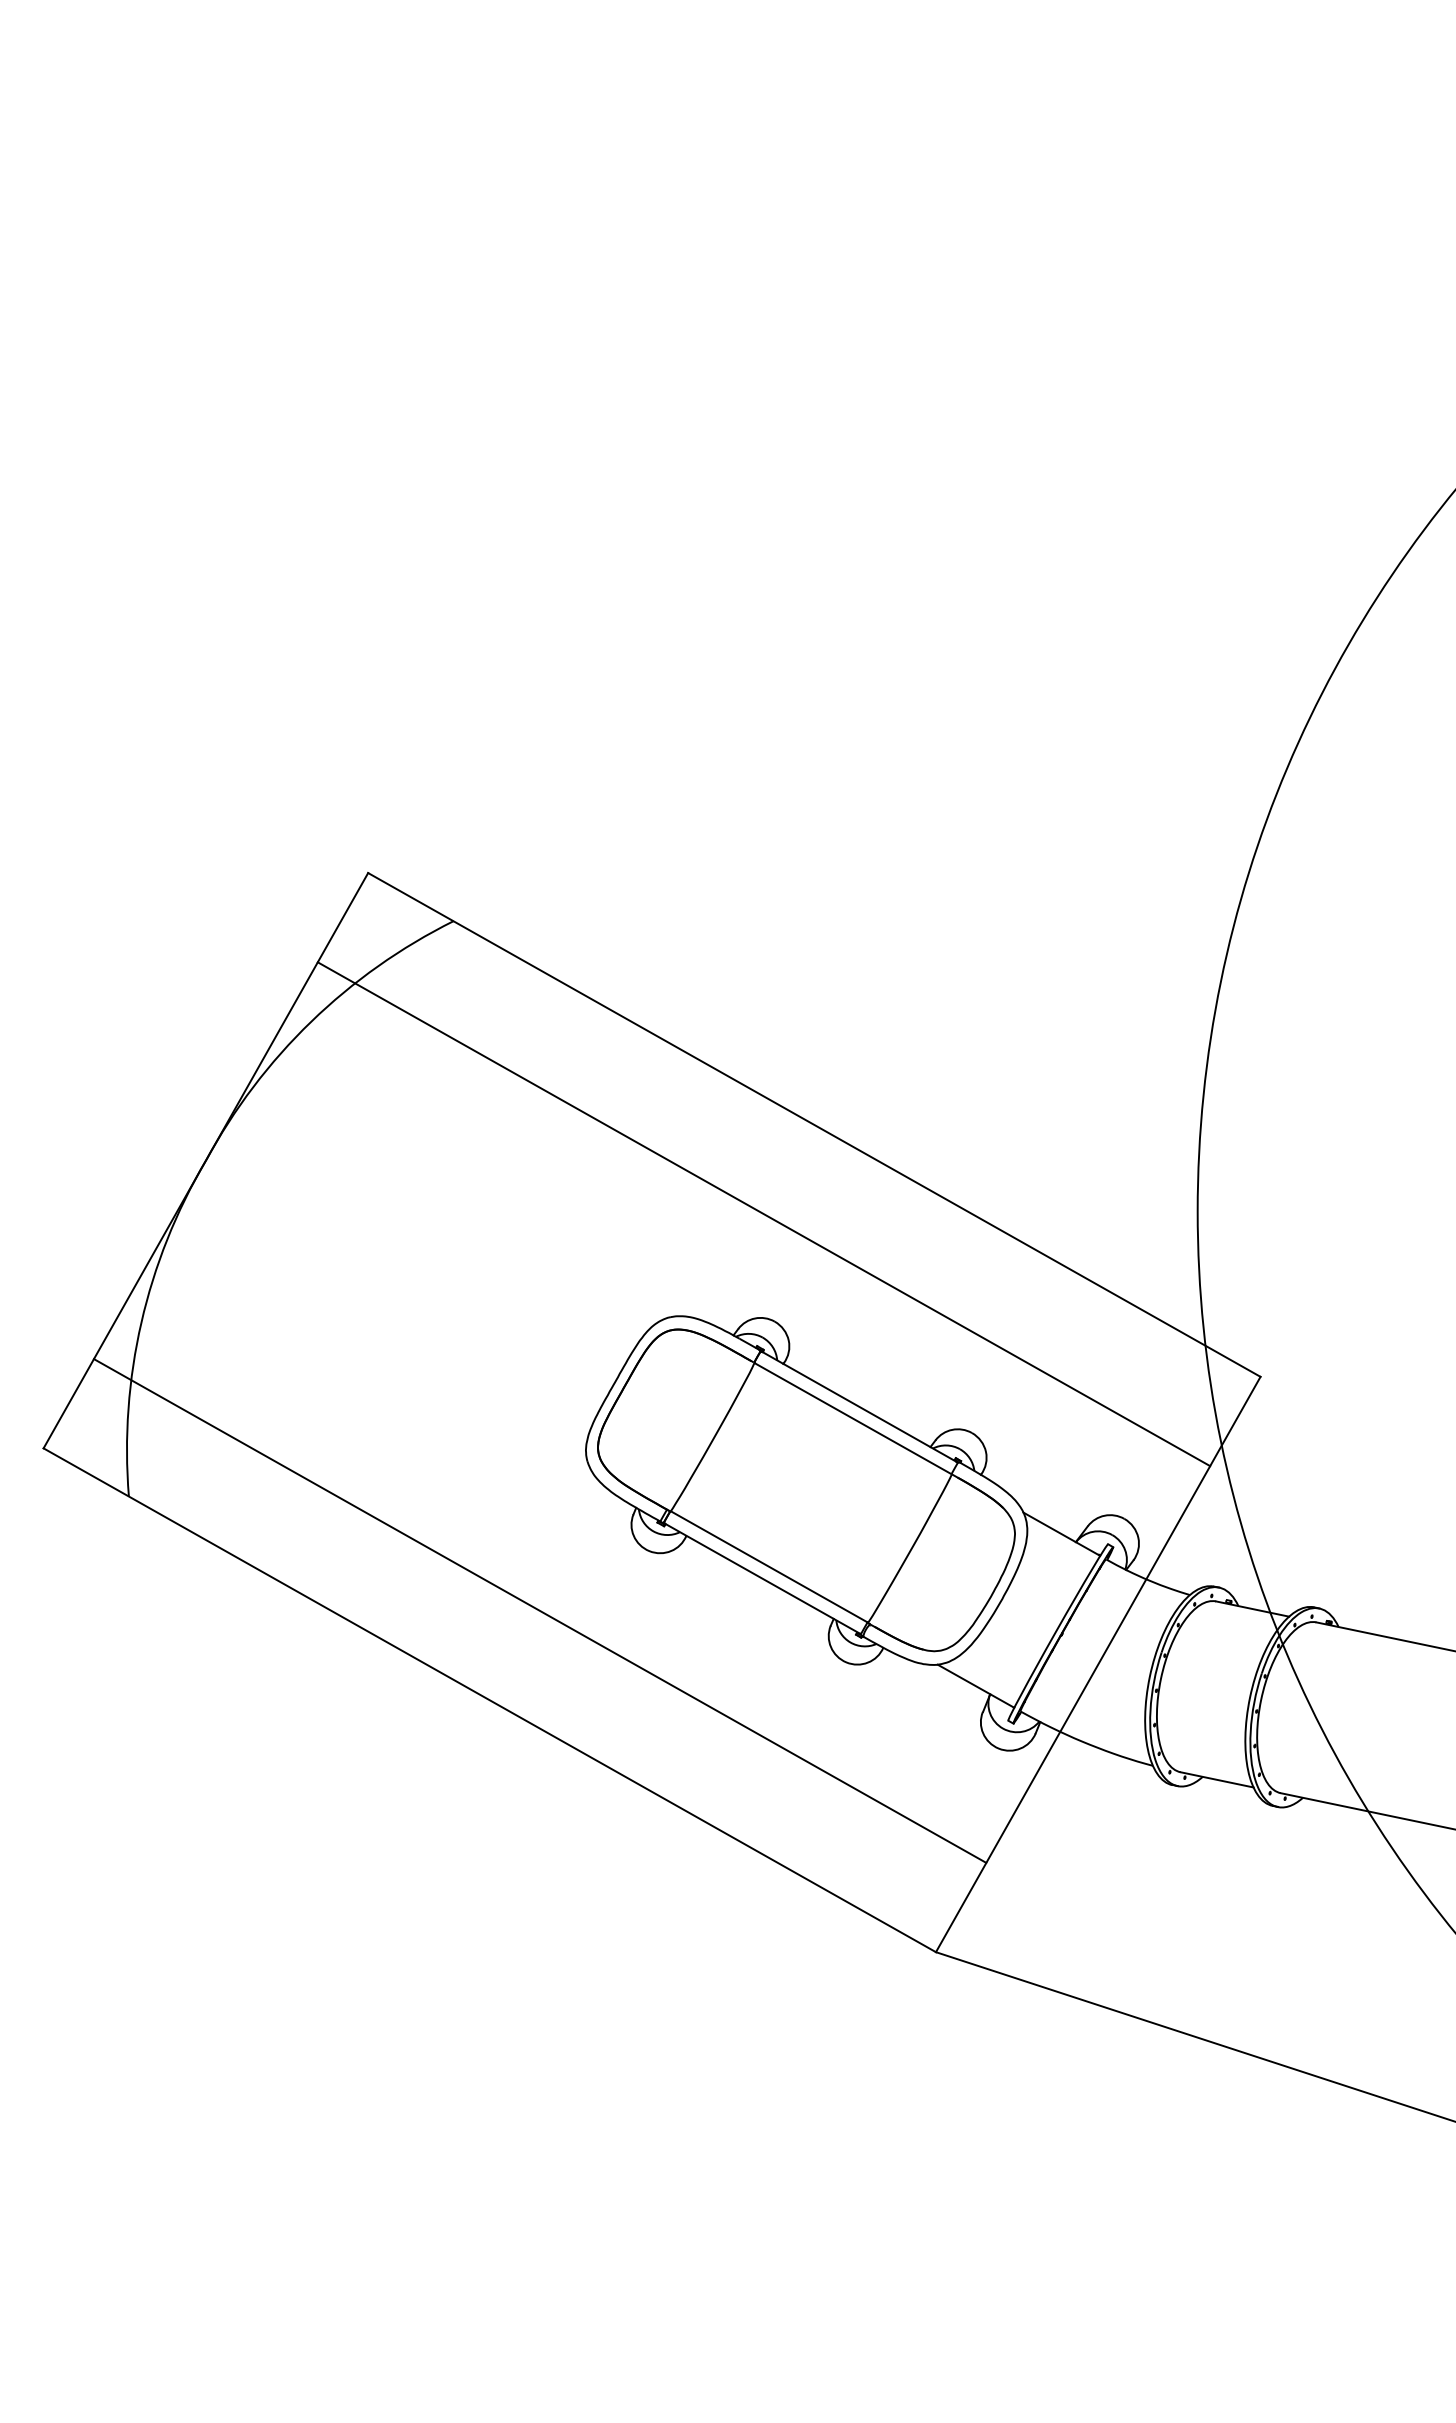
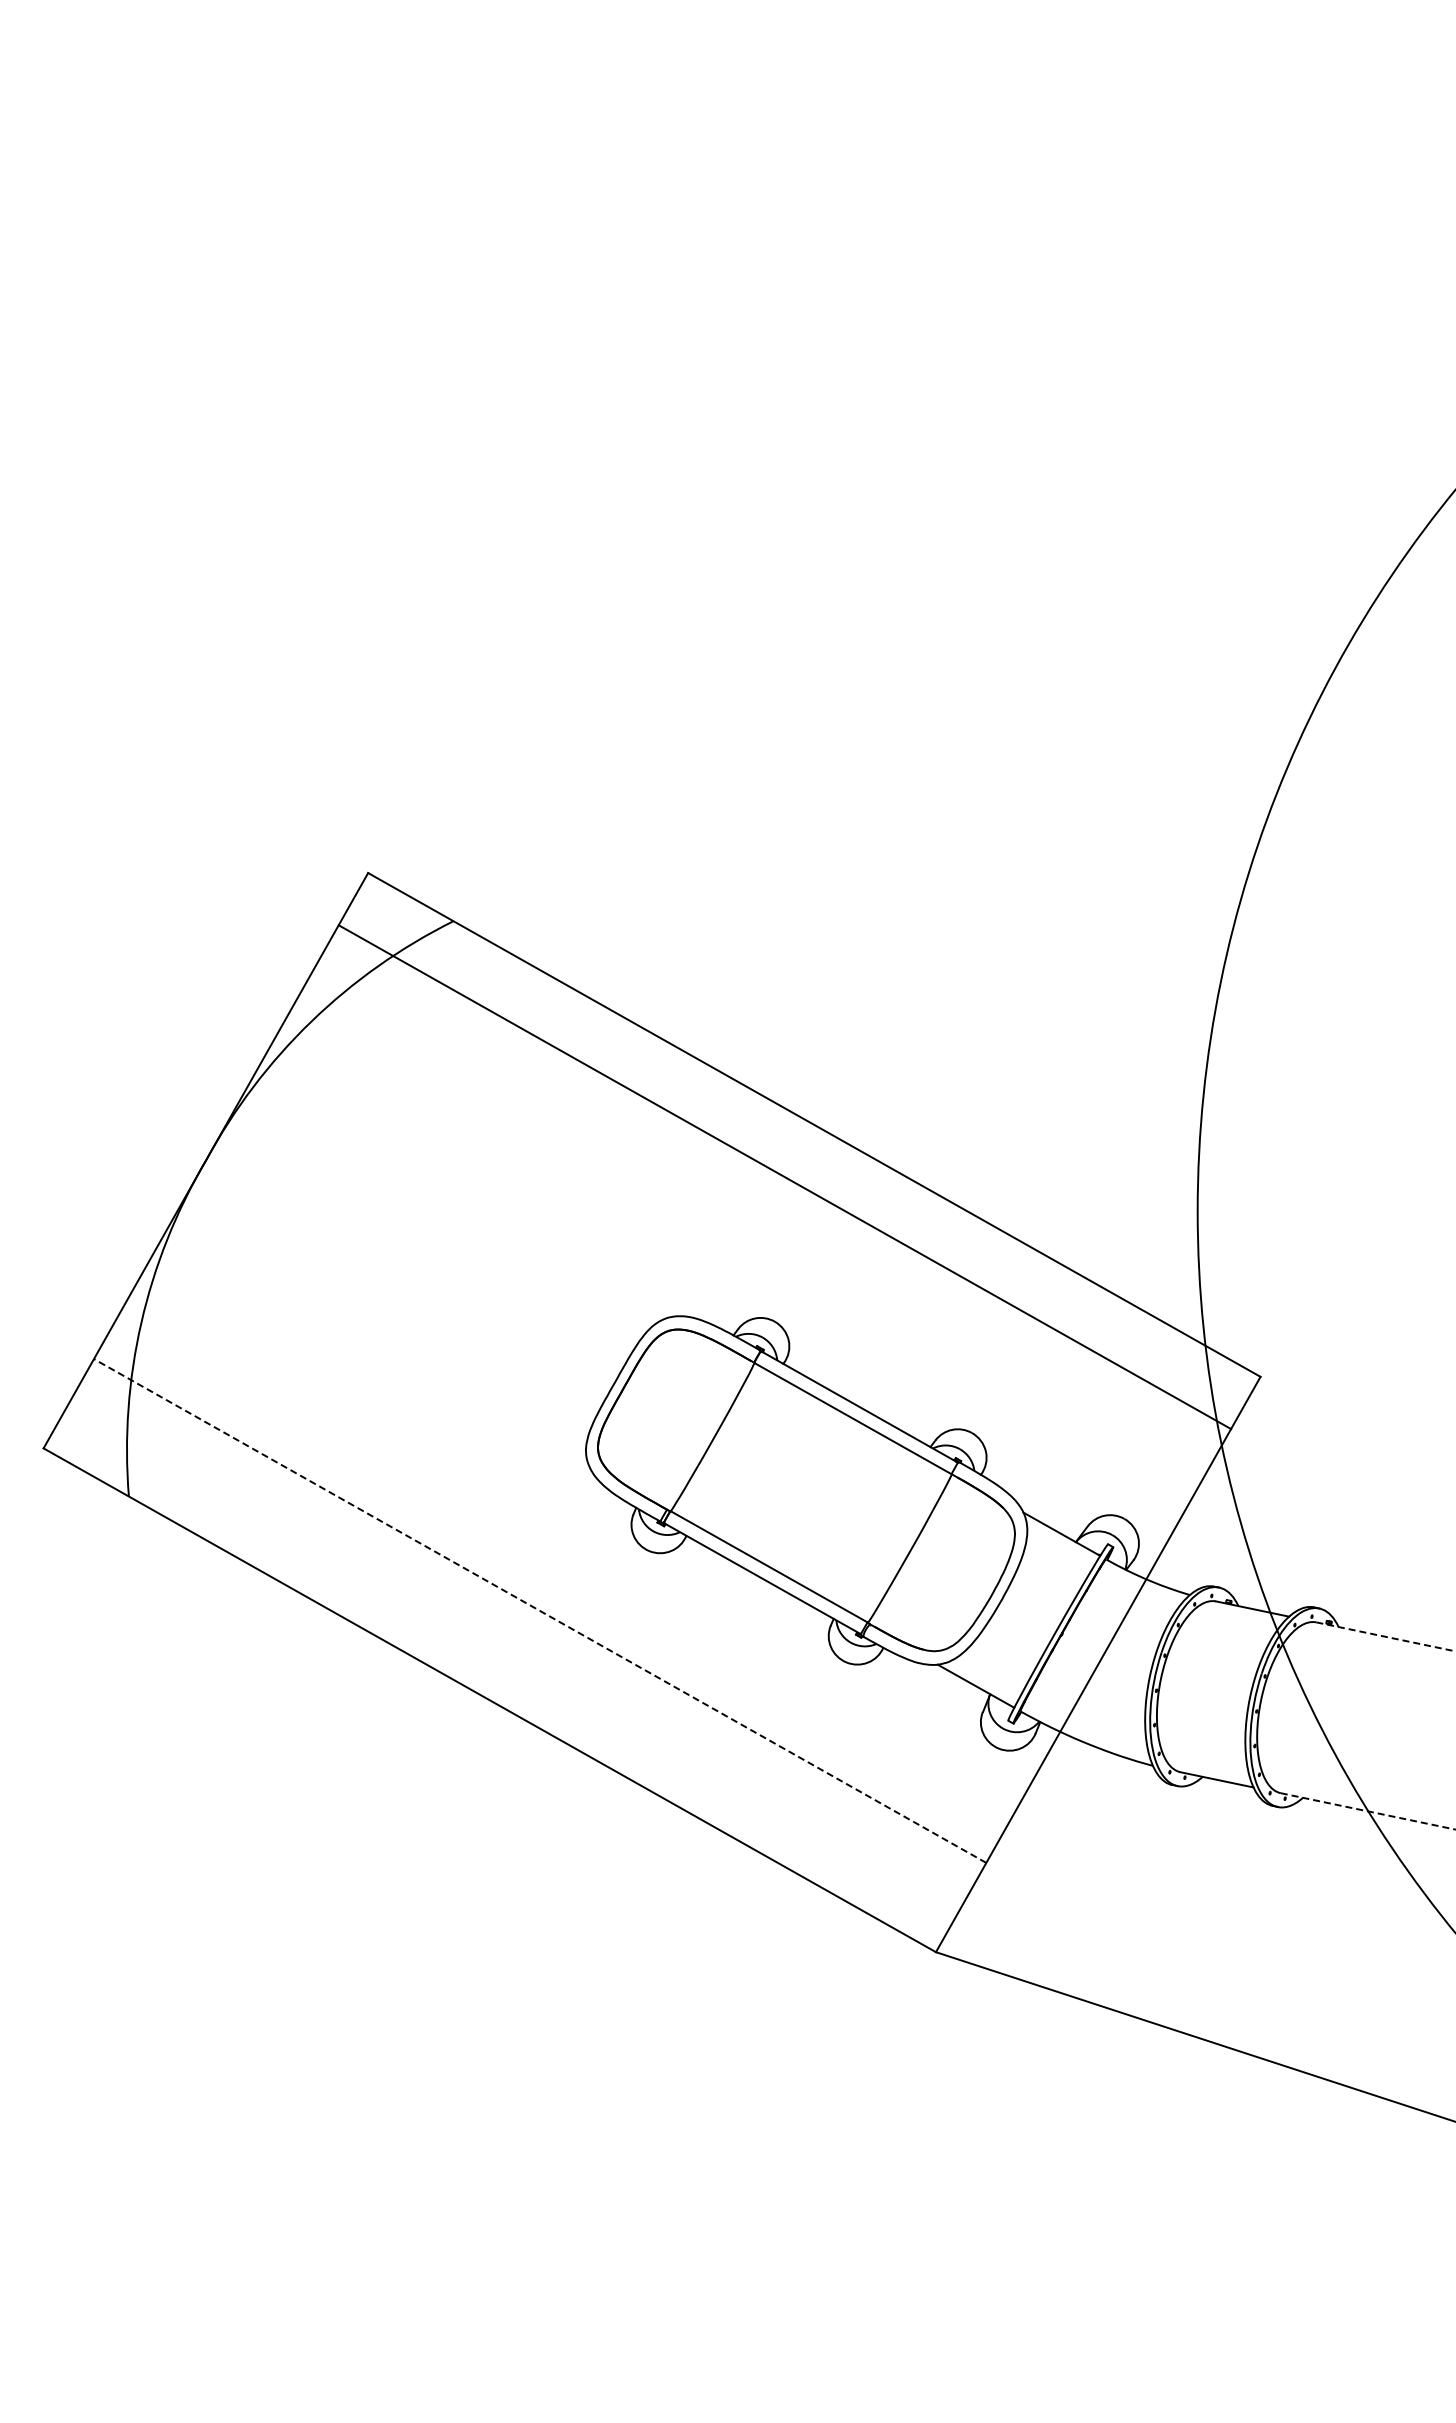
line at (763, 1214) position: (763, 1214) -> (784, 1177)
line at (539, 1610): solid -> dashed
line at (1385, 1636): solid -> dashed
line at (1368, 1811): solid -> dashed
